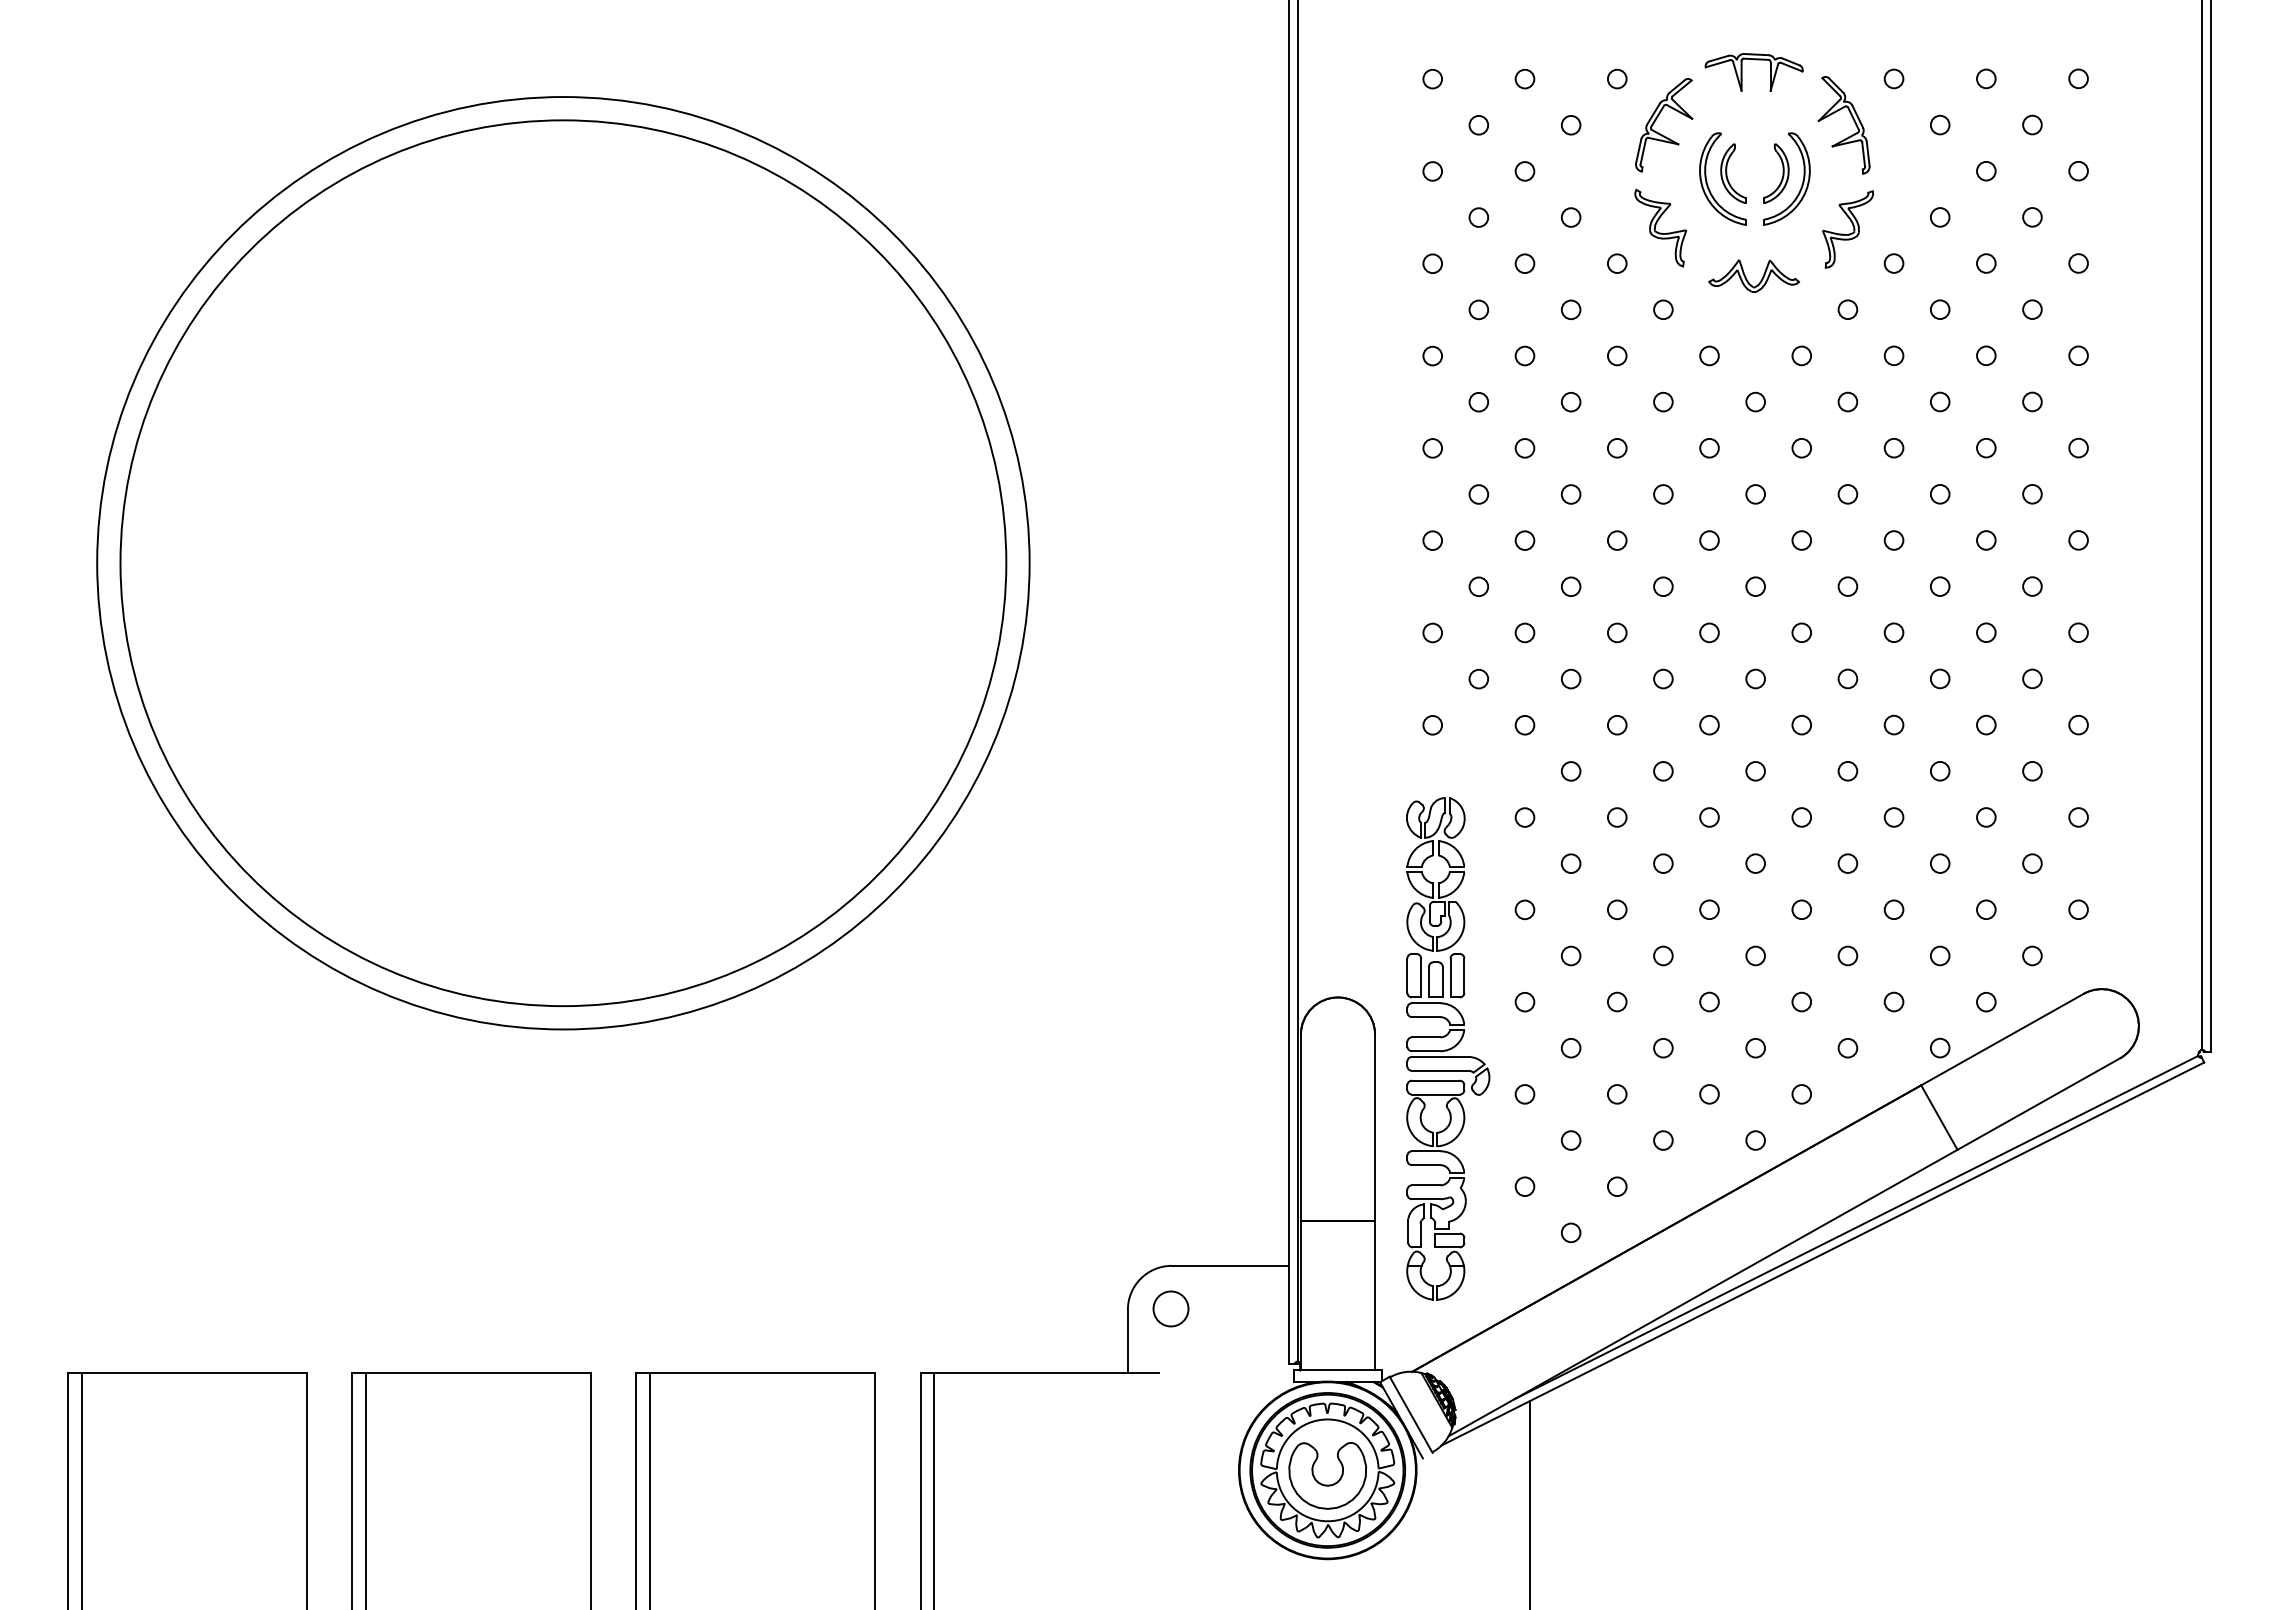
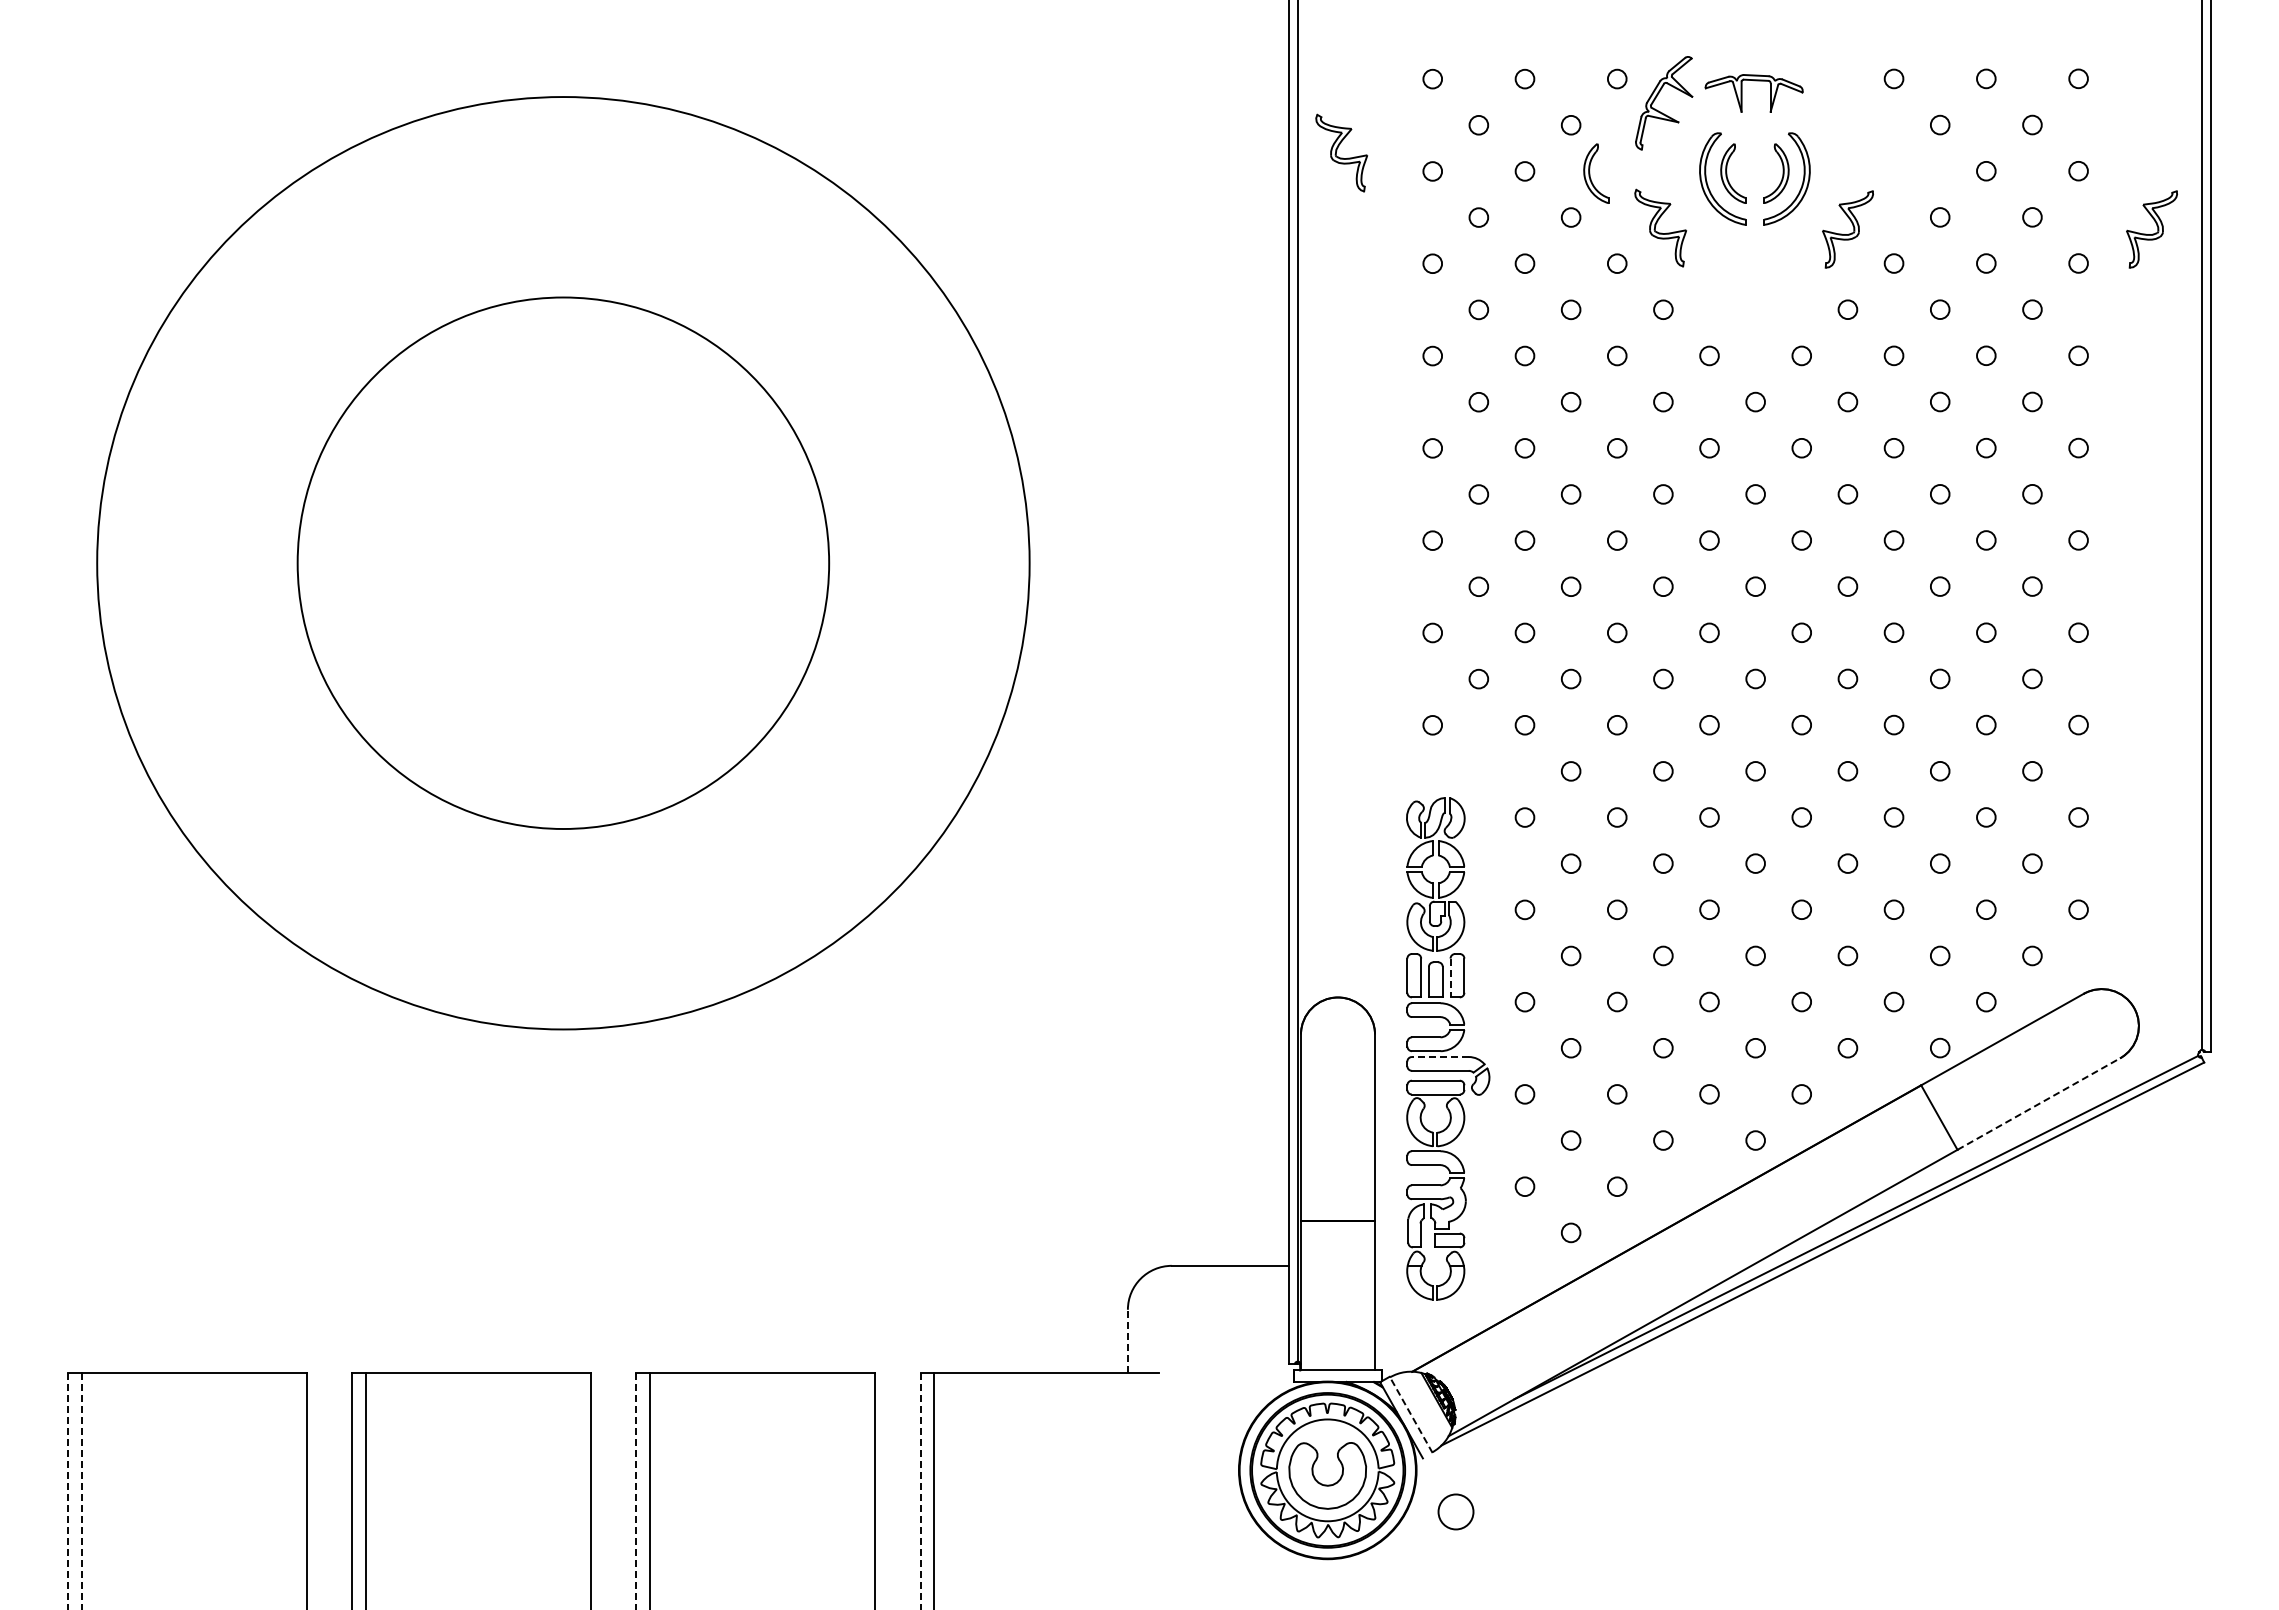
part at (1742, 72) position: (1742, 72) -> (1742, 93)
part at (1853, 121): present -> none
part at (1660, 133) position: (1660, 133) -> (1660, 111)
part at (1341, 152): none -> present
part at (1596, 173): none -> present
part at (2151, 229): none -> present
part at (1761, 278): present -> none
circle at (563, 563) diameter: 886 px -> 531 px
line at (1450, 978): solid -> dashed
line at (1439, 1057): solid -> dashed
line at (2039, 1103): solid -> dashed
circle at (1170, 1308) position: (1170, 1308) -> (1455, 1511)
line at (1127, 1340): solid -> dashed
line at (1411, 1414): solid -> dashed
line at (68, 1491): solid -> dashed
line at (81, 1491): solid -> dashed
line at (636, 1491): solid -> dashed
line at (920, 1491): solid -> dashed
line at (1530, 1503): present -> none
